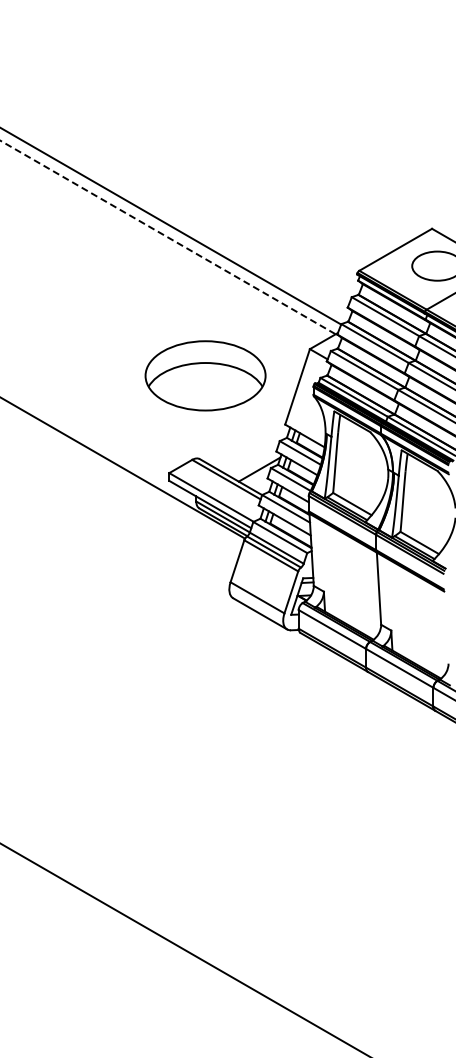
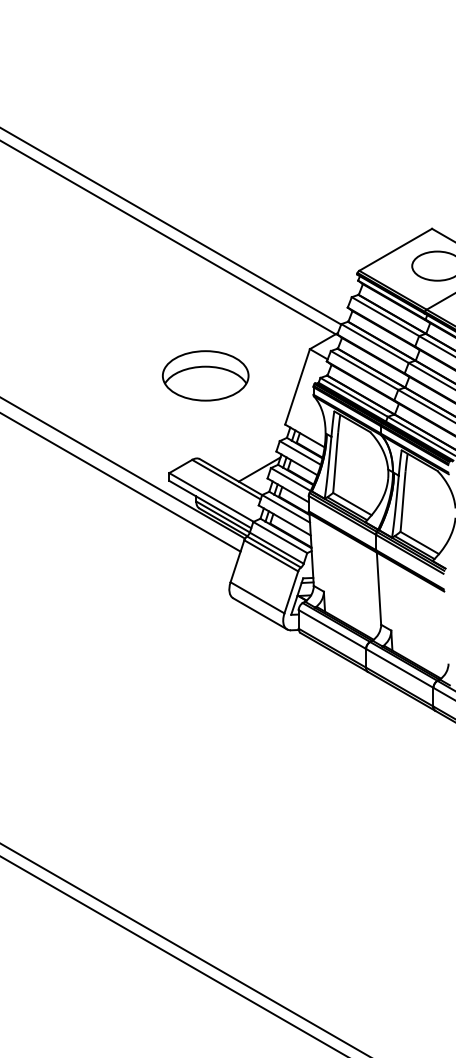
line at (167, 237): dashed -> solid
part at (205, 375) size: 123x72 px -> 88x52 px
line at (121, 482): none -> present
line at (172, 955): none -> present
